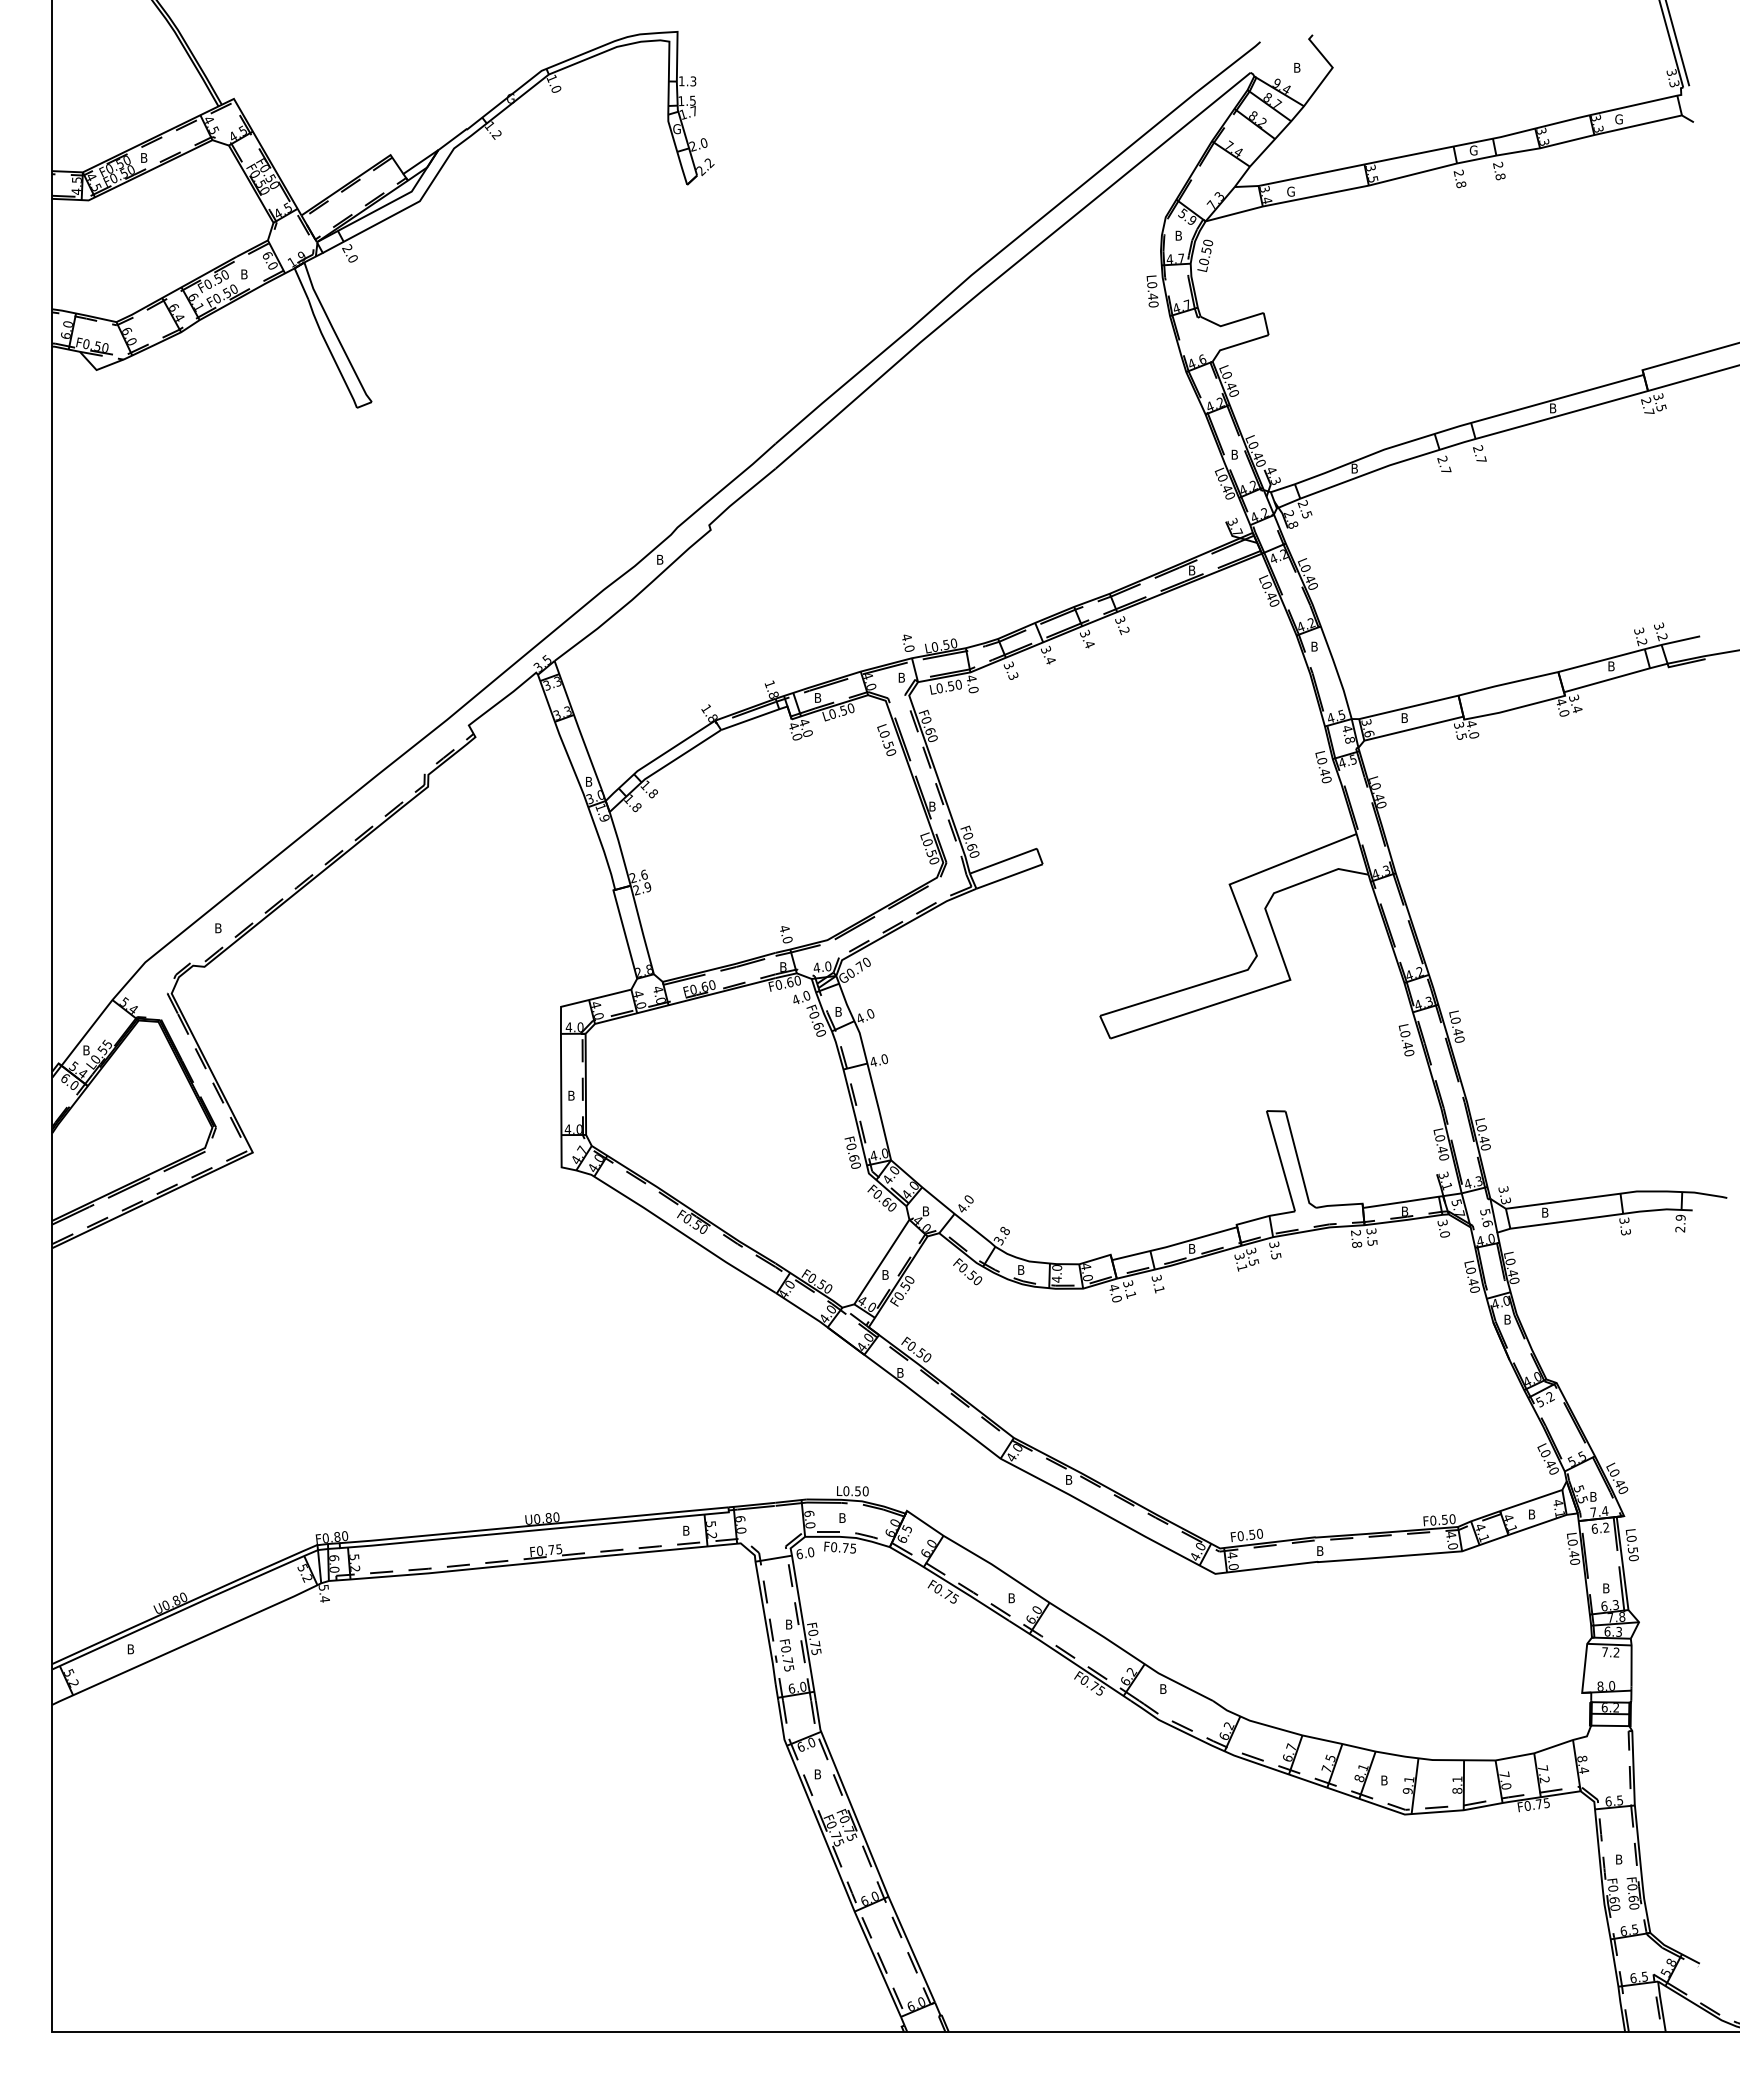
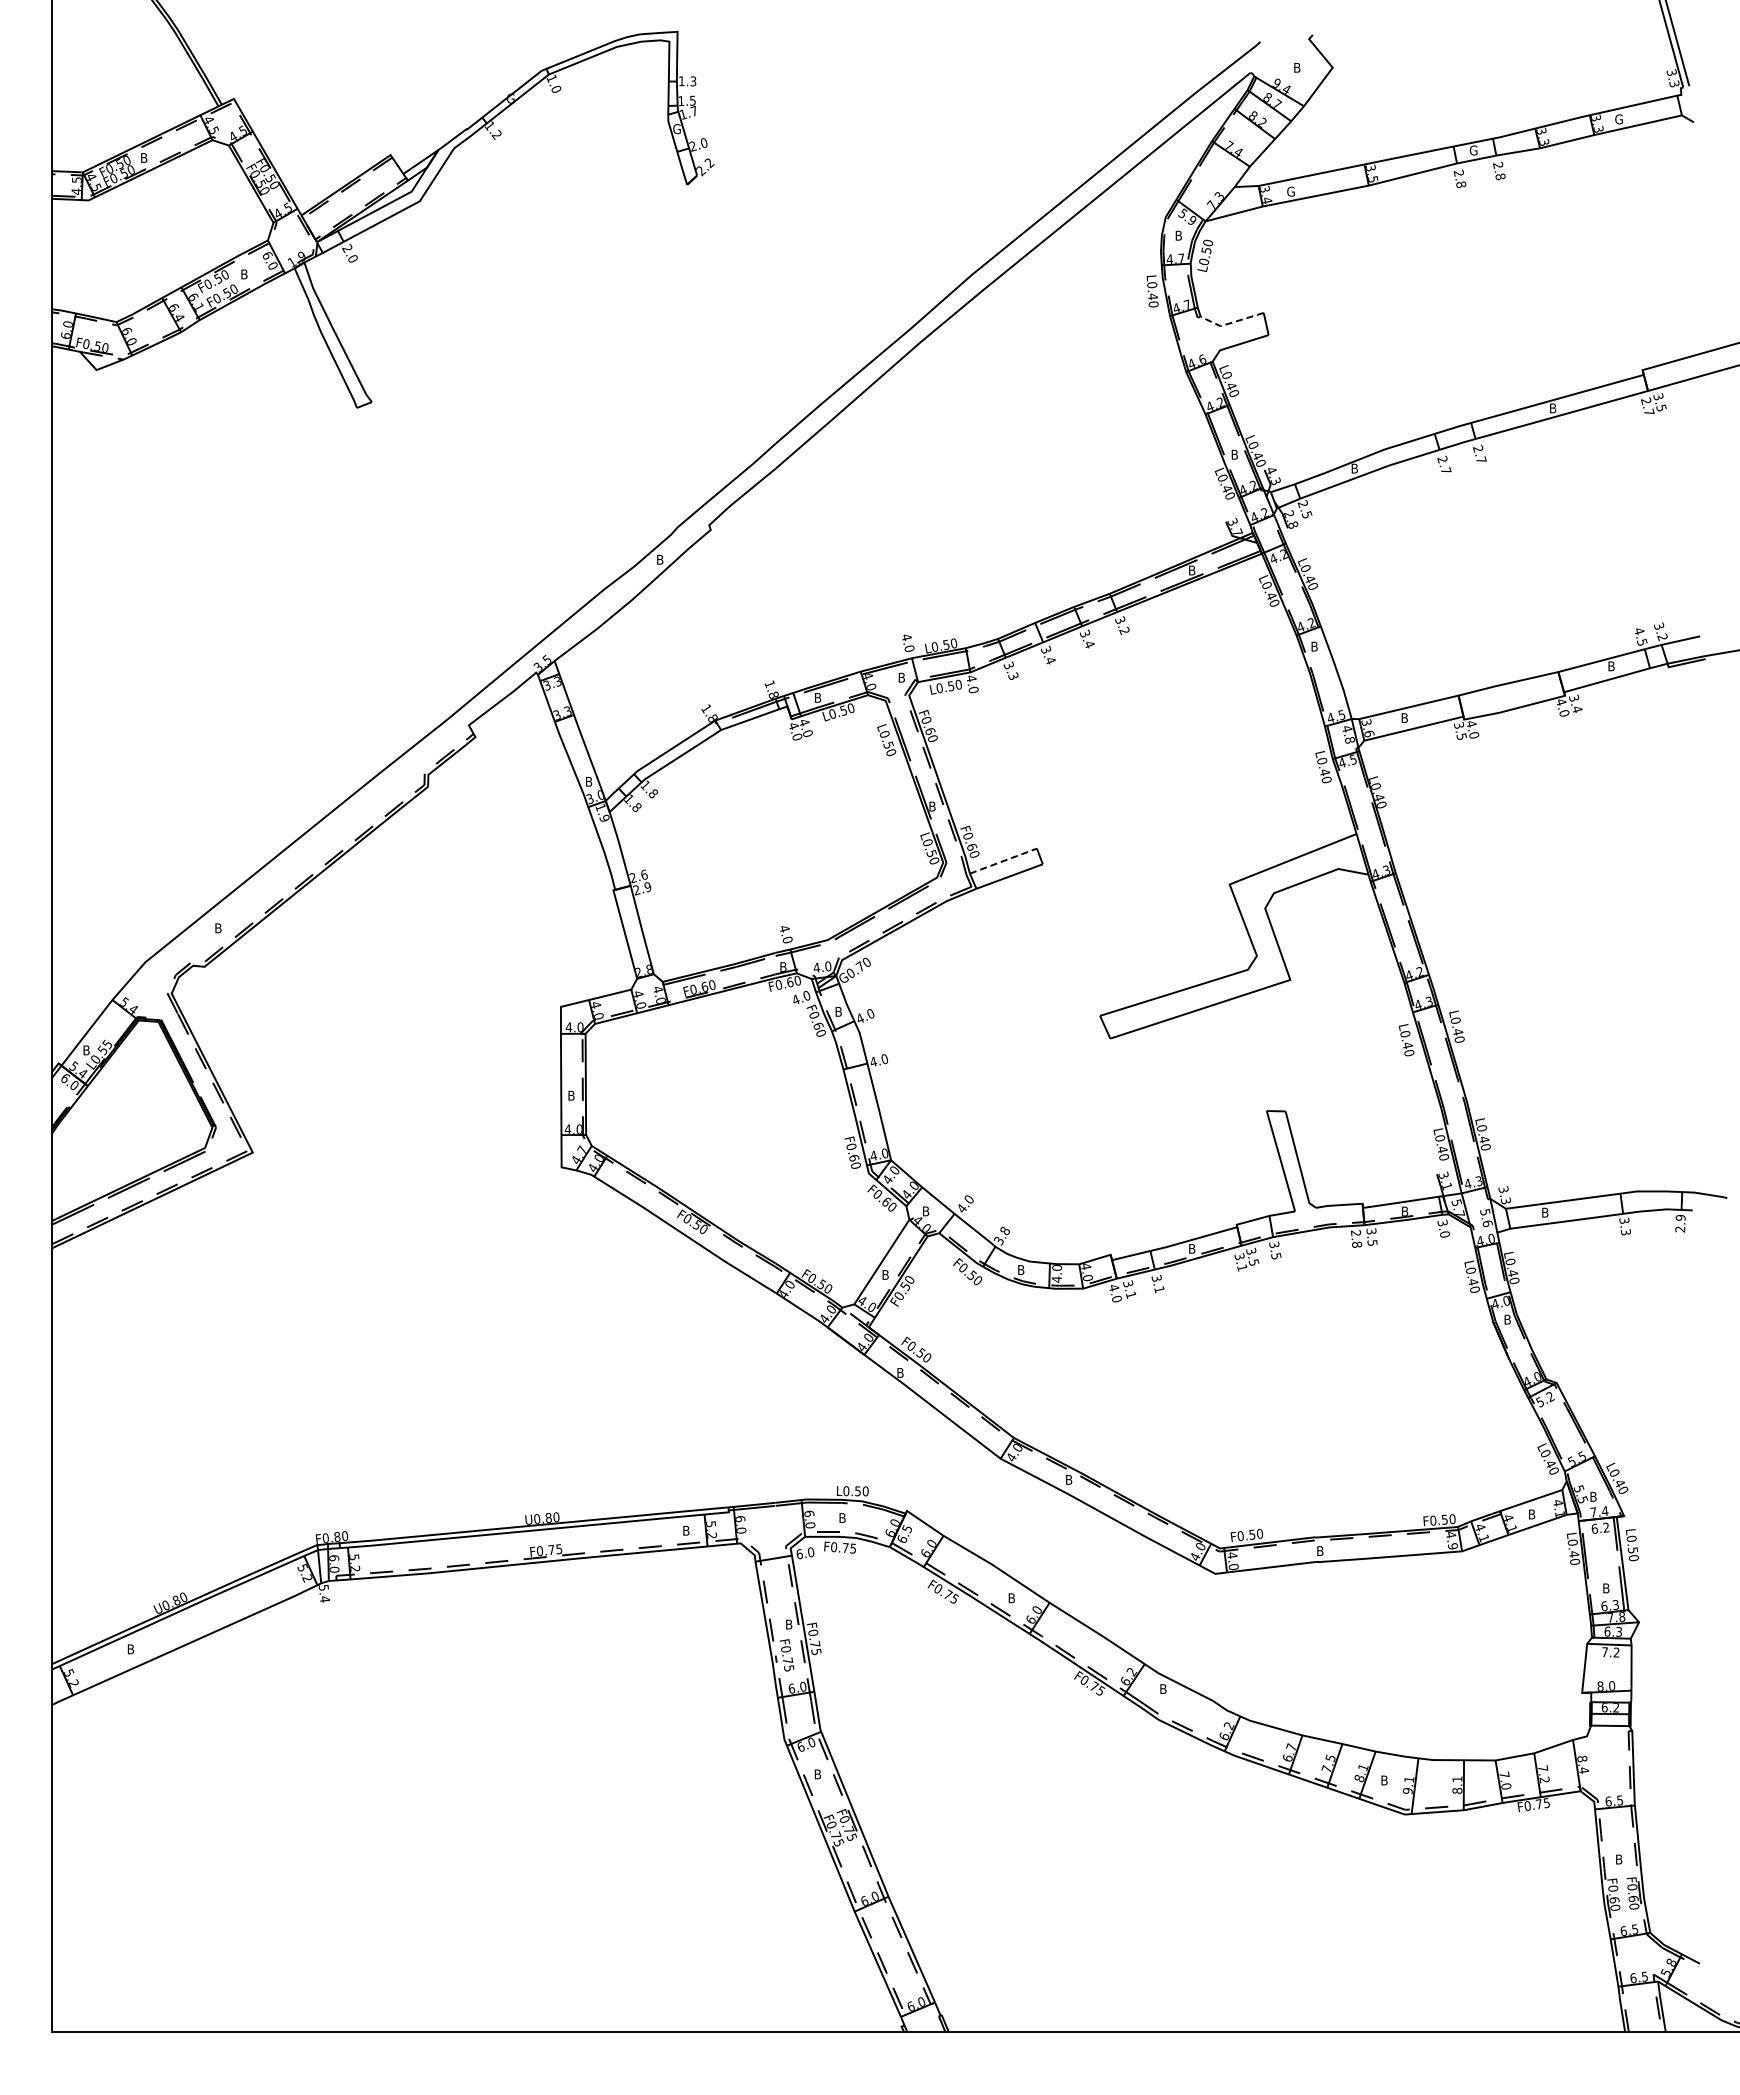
line at (1230, 323): solid -> dashed
text at (1640, 636): 3.2 -> 4.5
line at (1003, 861): solid -> dashed
text at (1452, 1546): 4.0 -> 4.9
